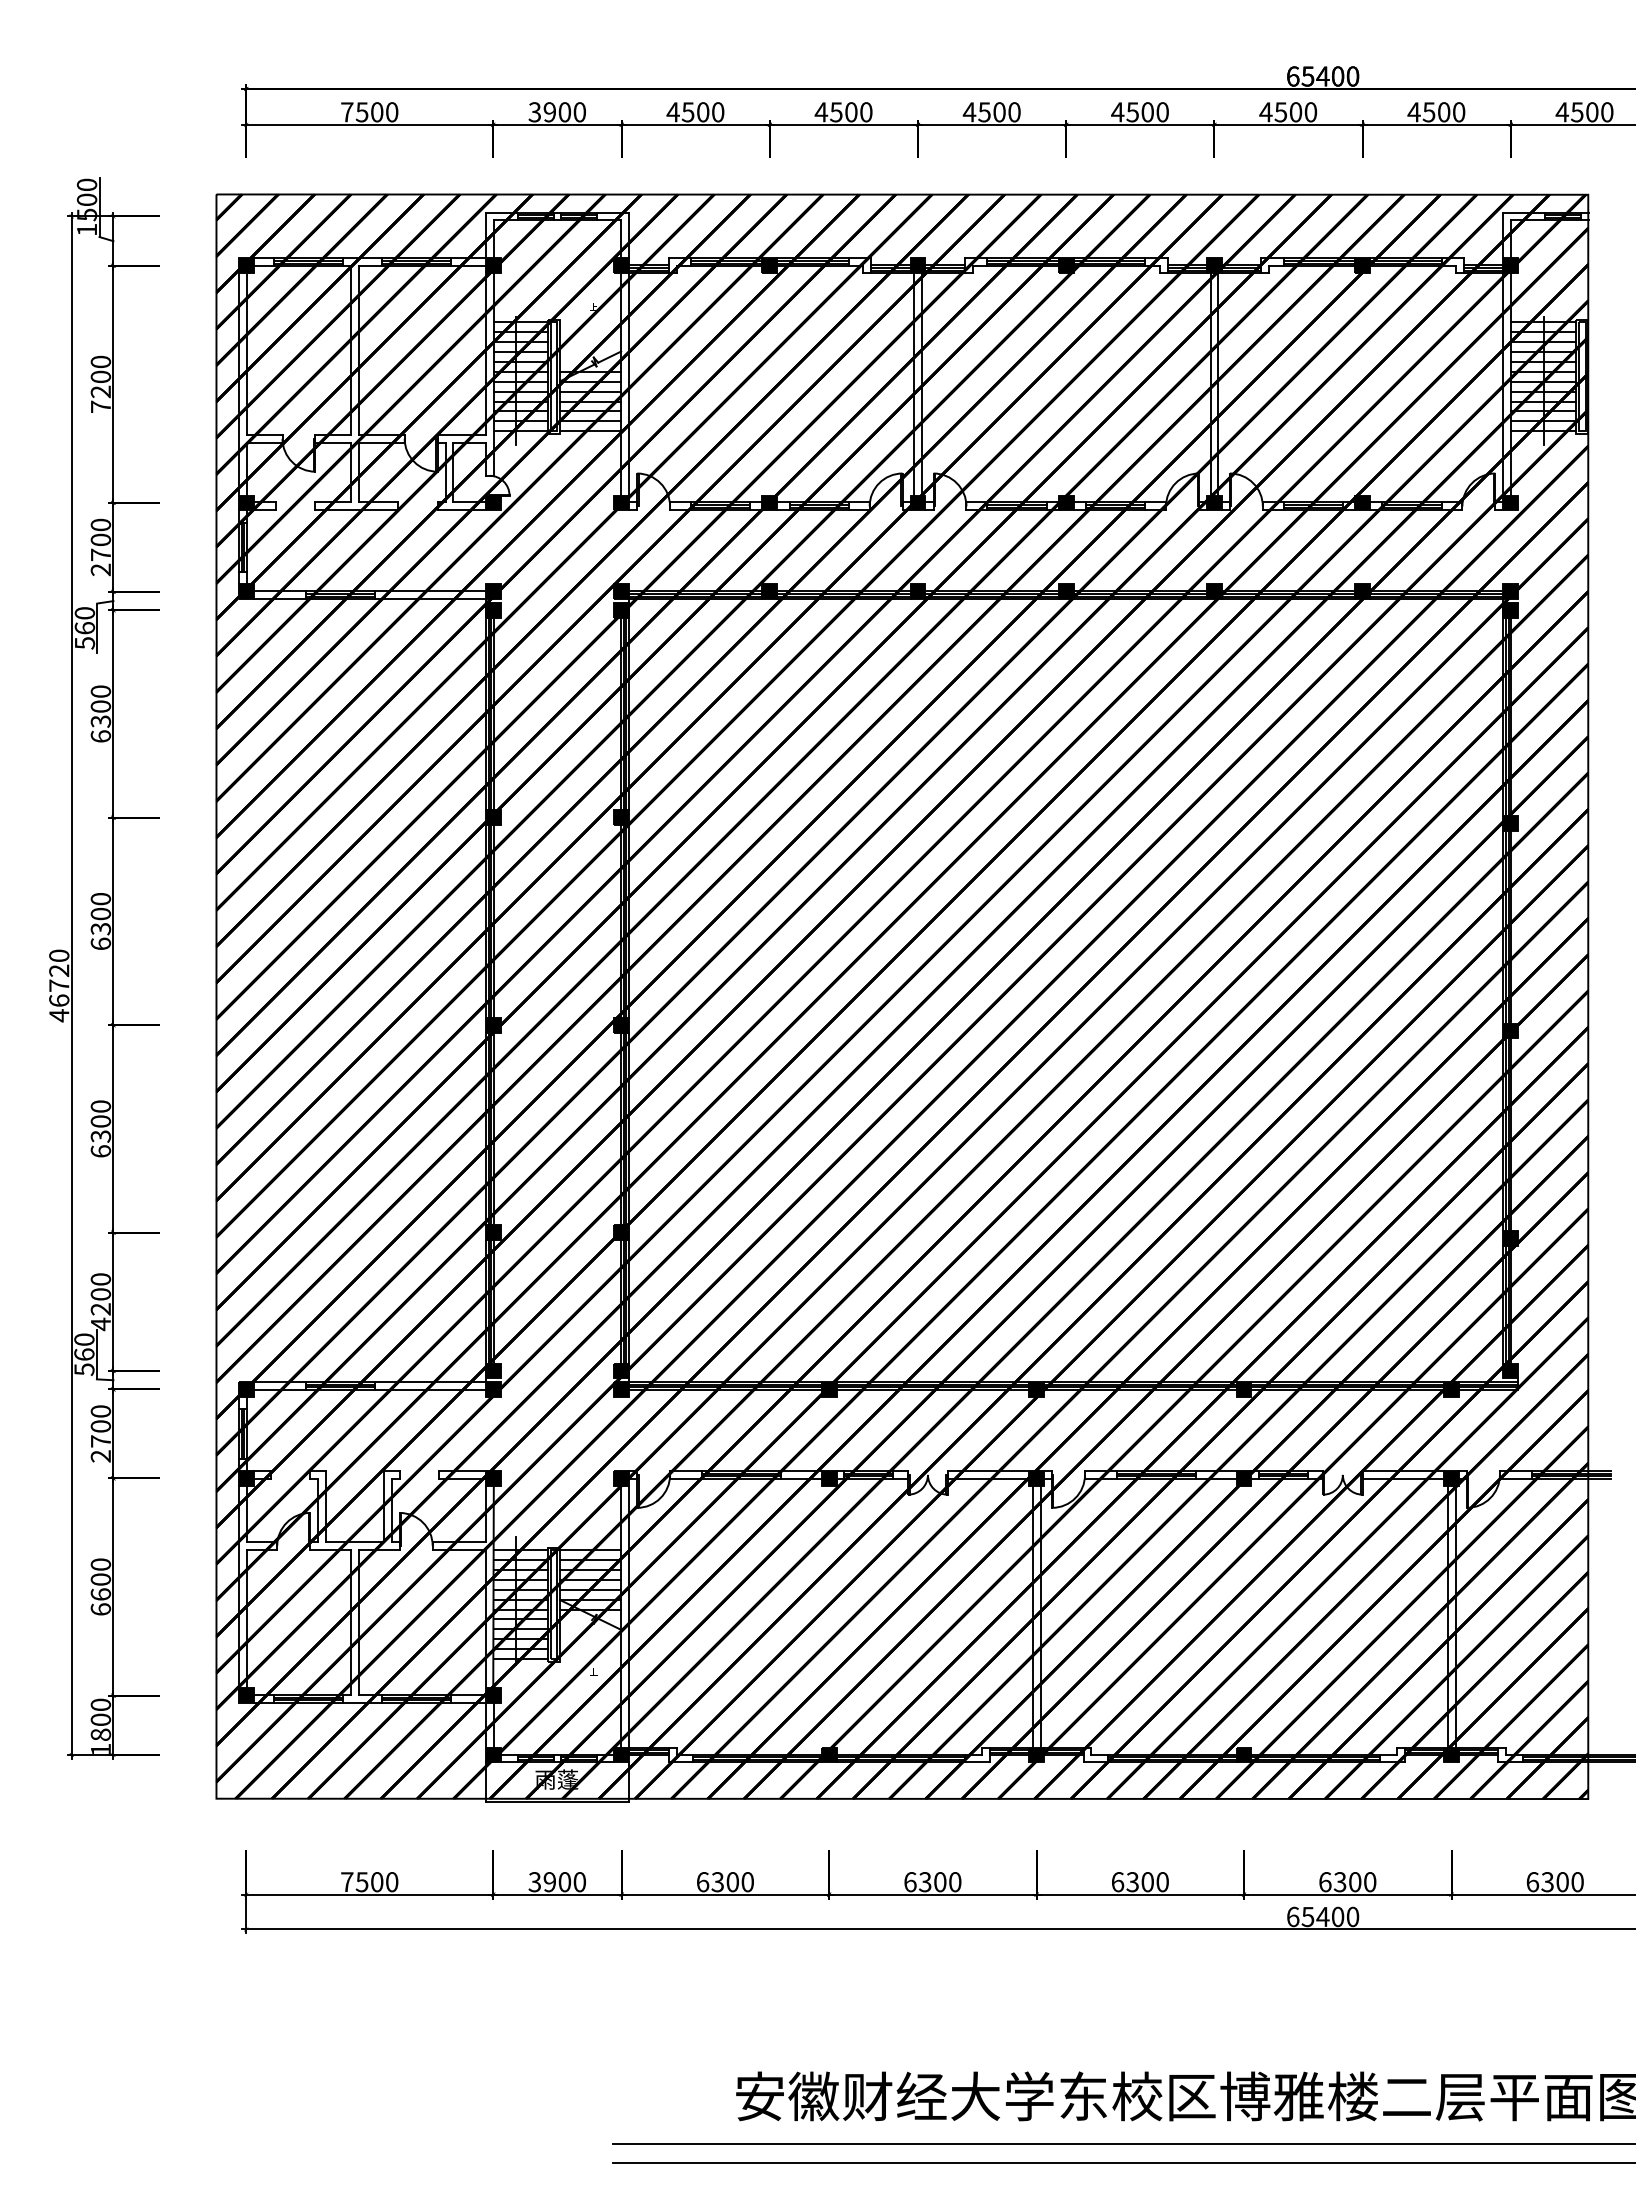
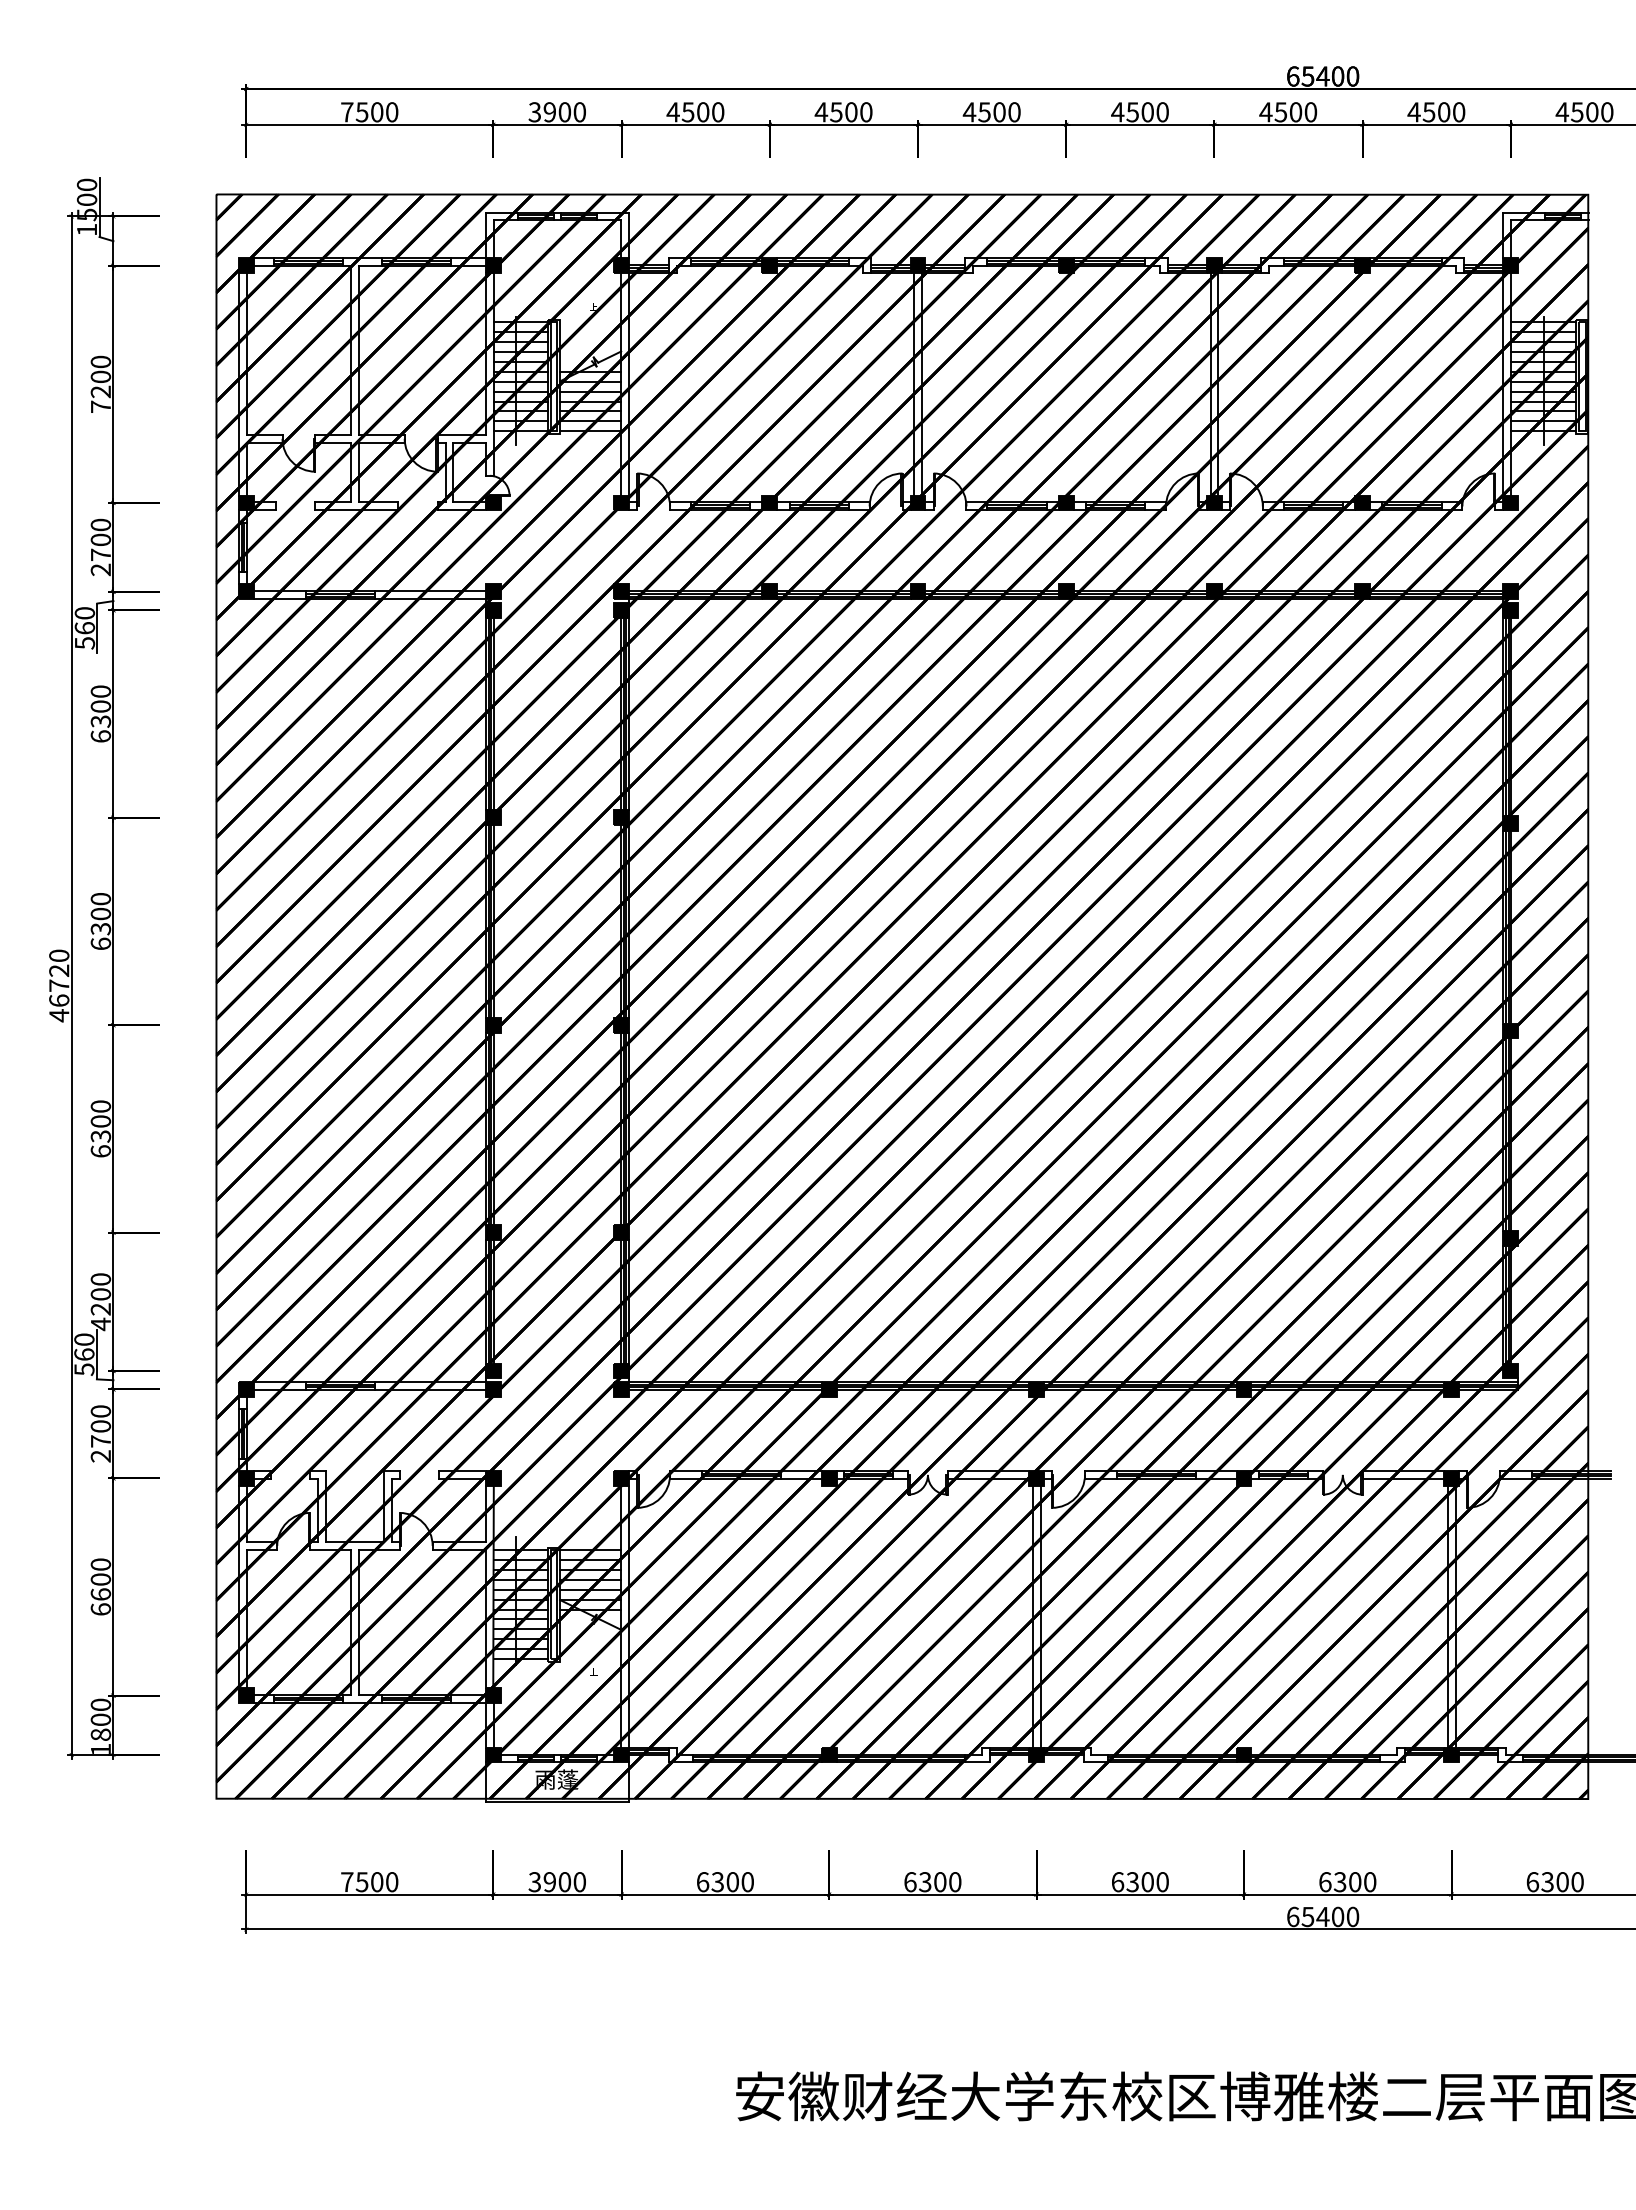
line at (1122, 2143): present -> none
line at (1122, 2163): present -> none
